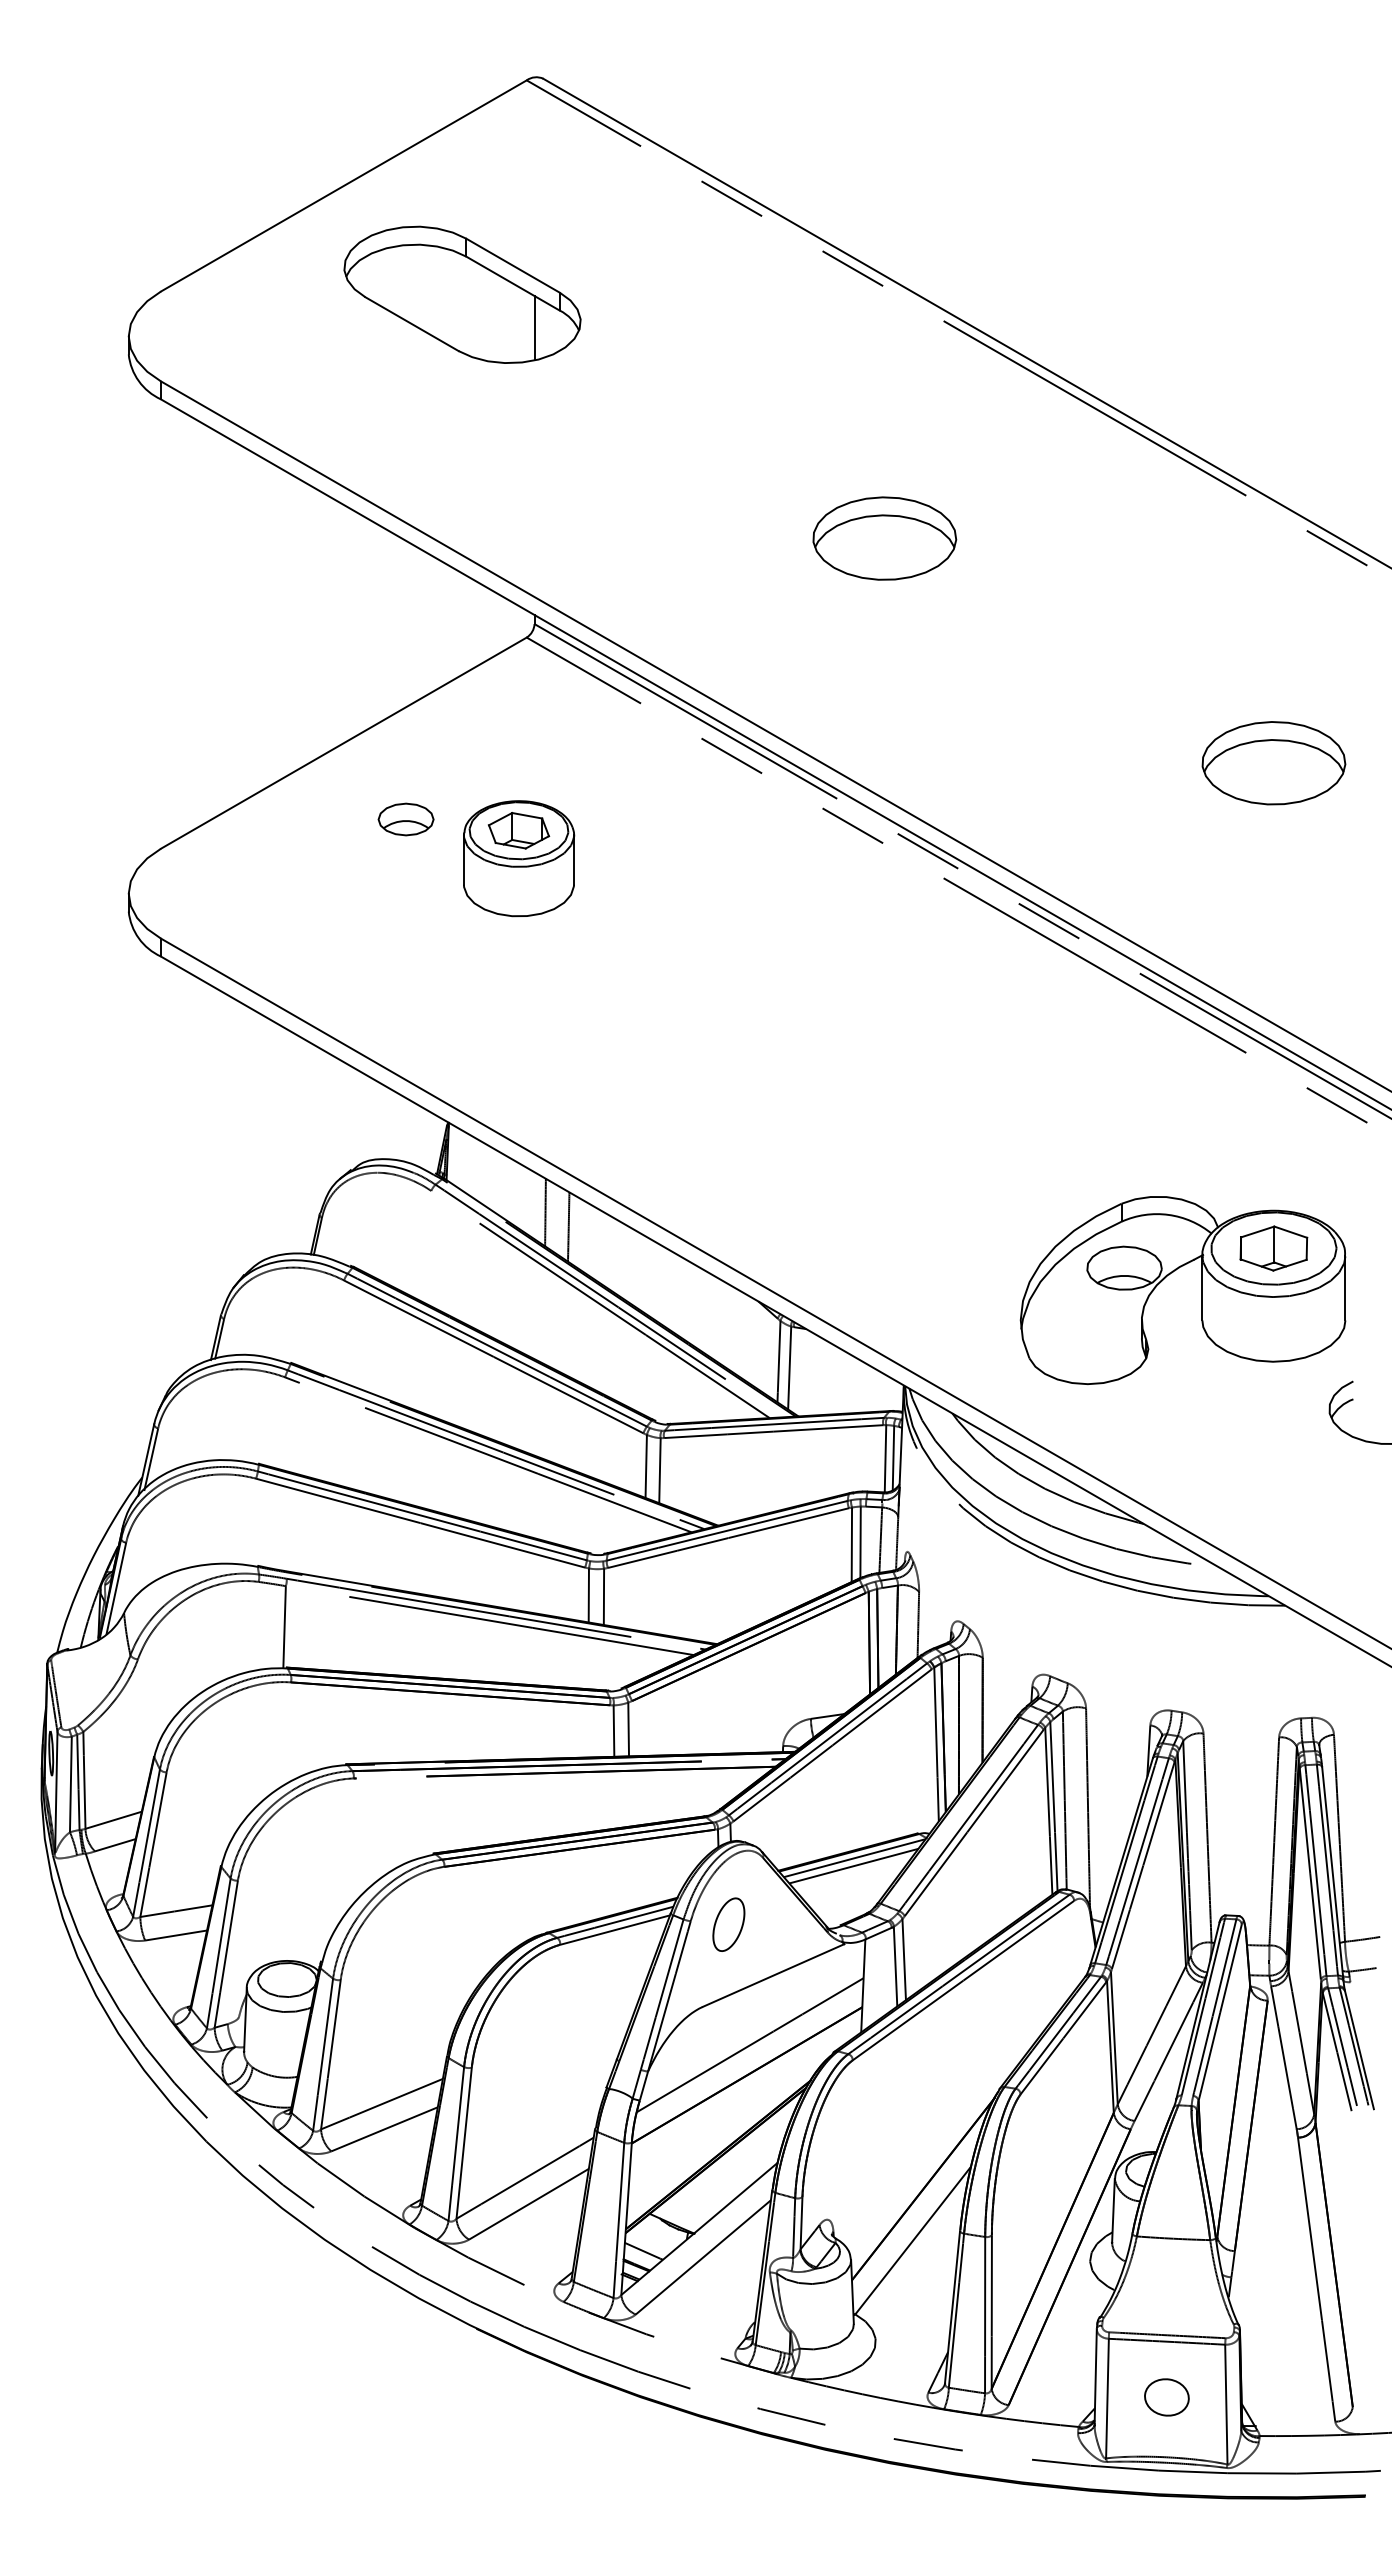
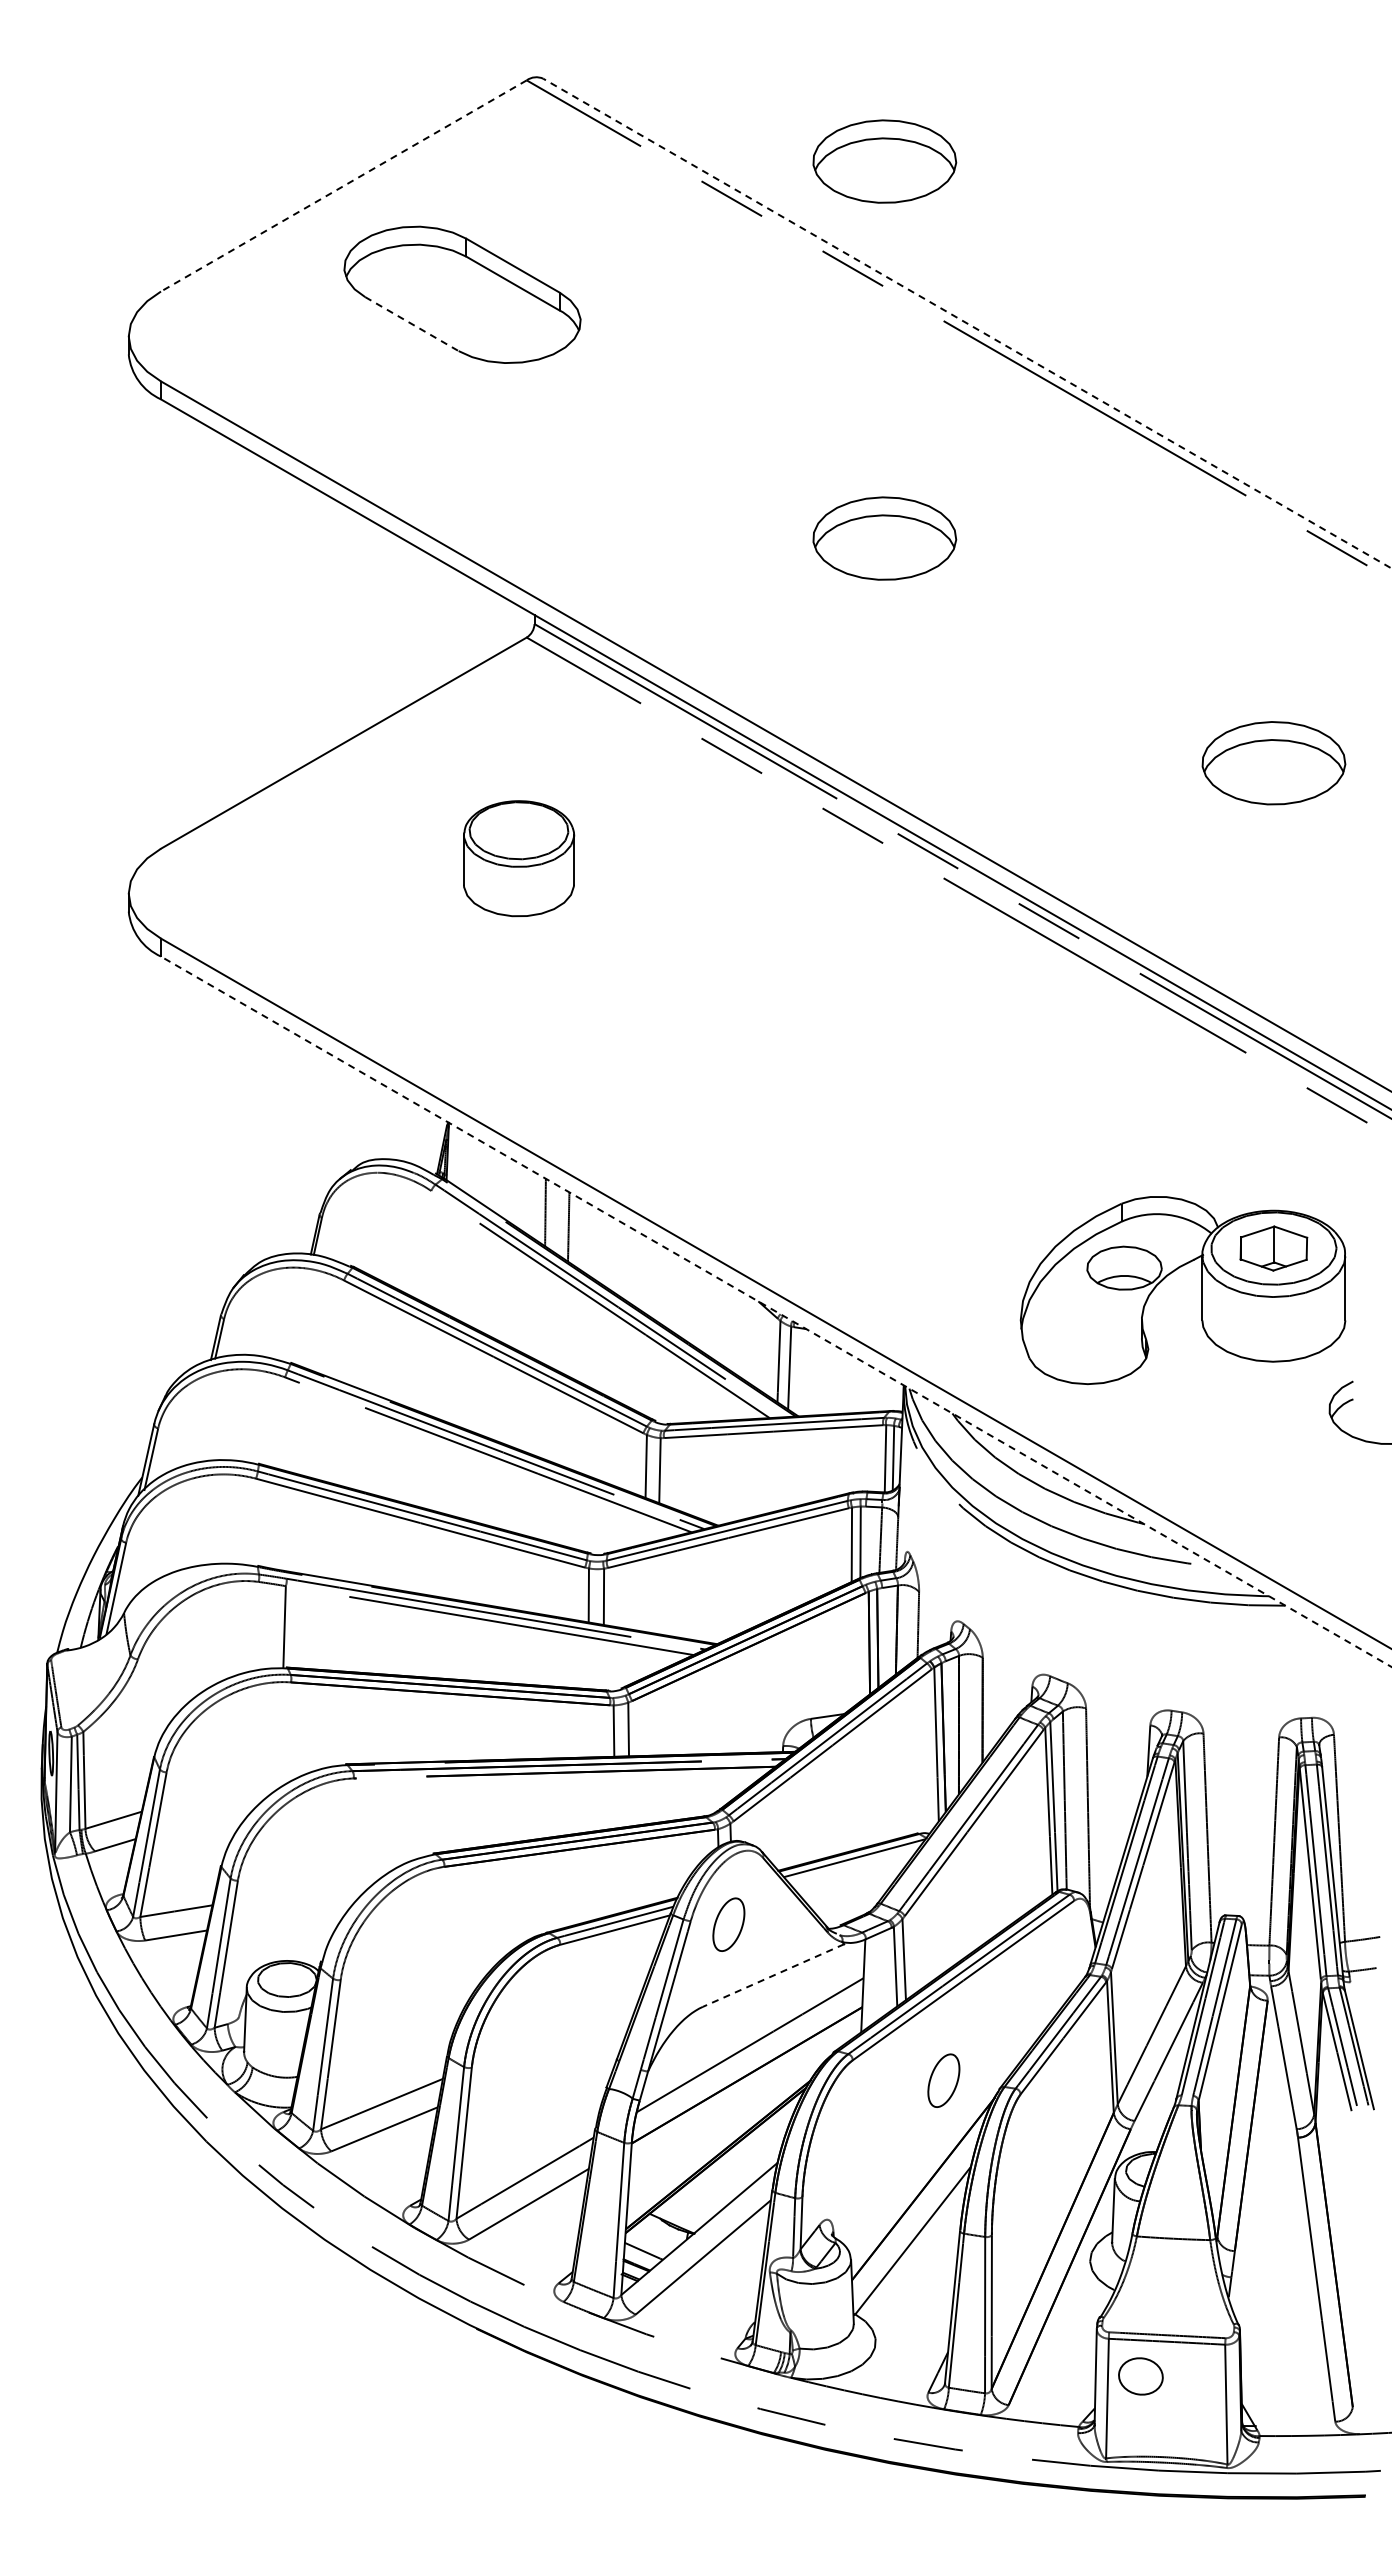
part at (884, 161): none -> present
line at (343, 186): solid -> dashed
line at (967, 323): solid -> dashed
line at (411, 324): solid -> dashed
line at (534, 328): present -> none
part at (405, 819): present -> none
part at (518, 830): present -> none
line at (775, 1311): solid -> dashed
line at (853, 1865): present -> none
line at (773, 1975): solid -> dashed
part at (943, 2080): none -> present
part at (1166, 2397) position: (1166, 2397) -> (1140, 2376)
